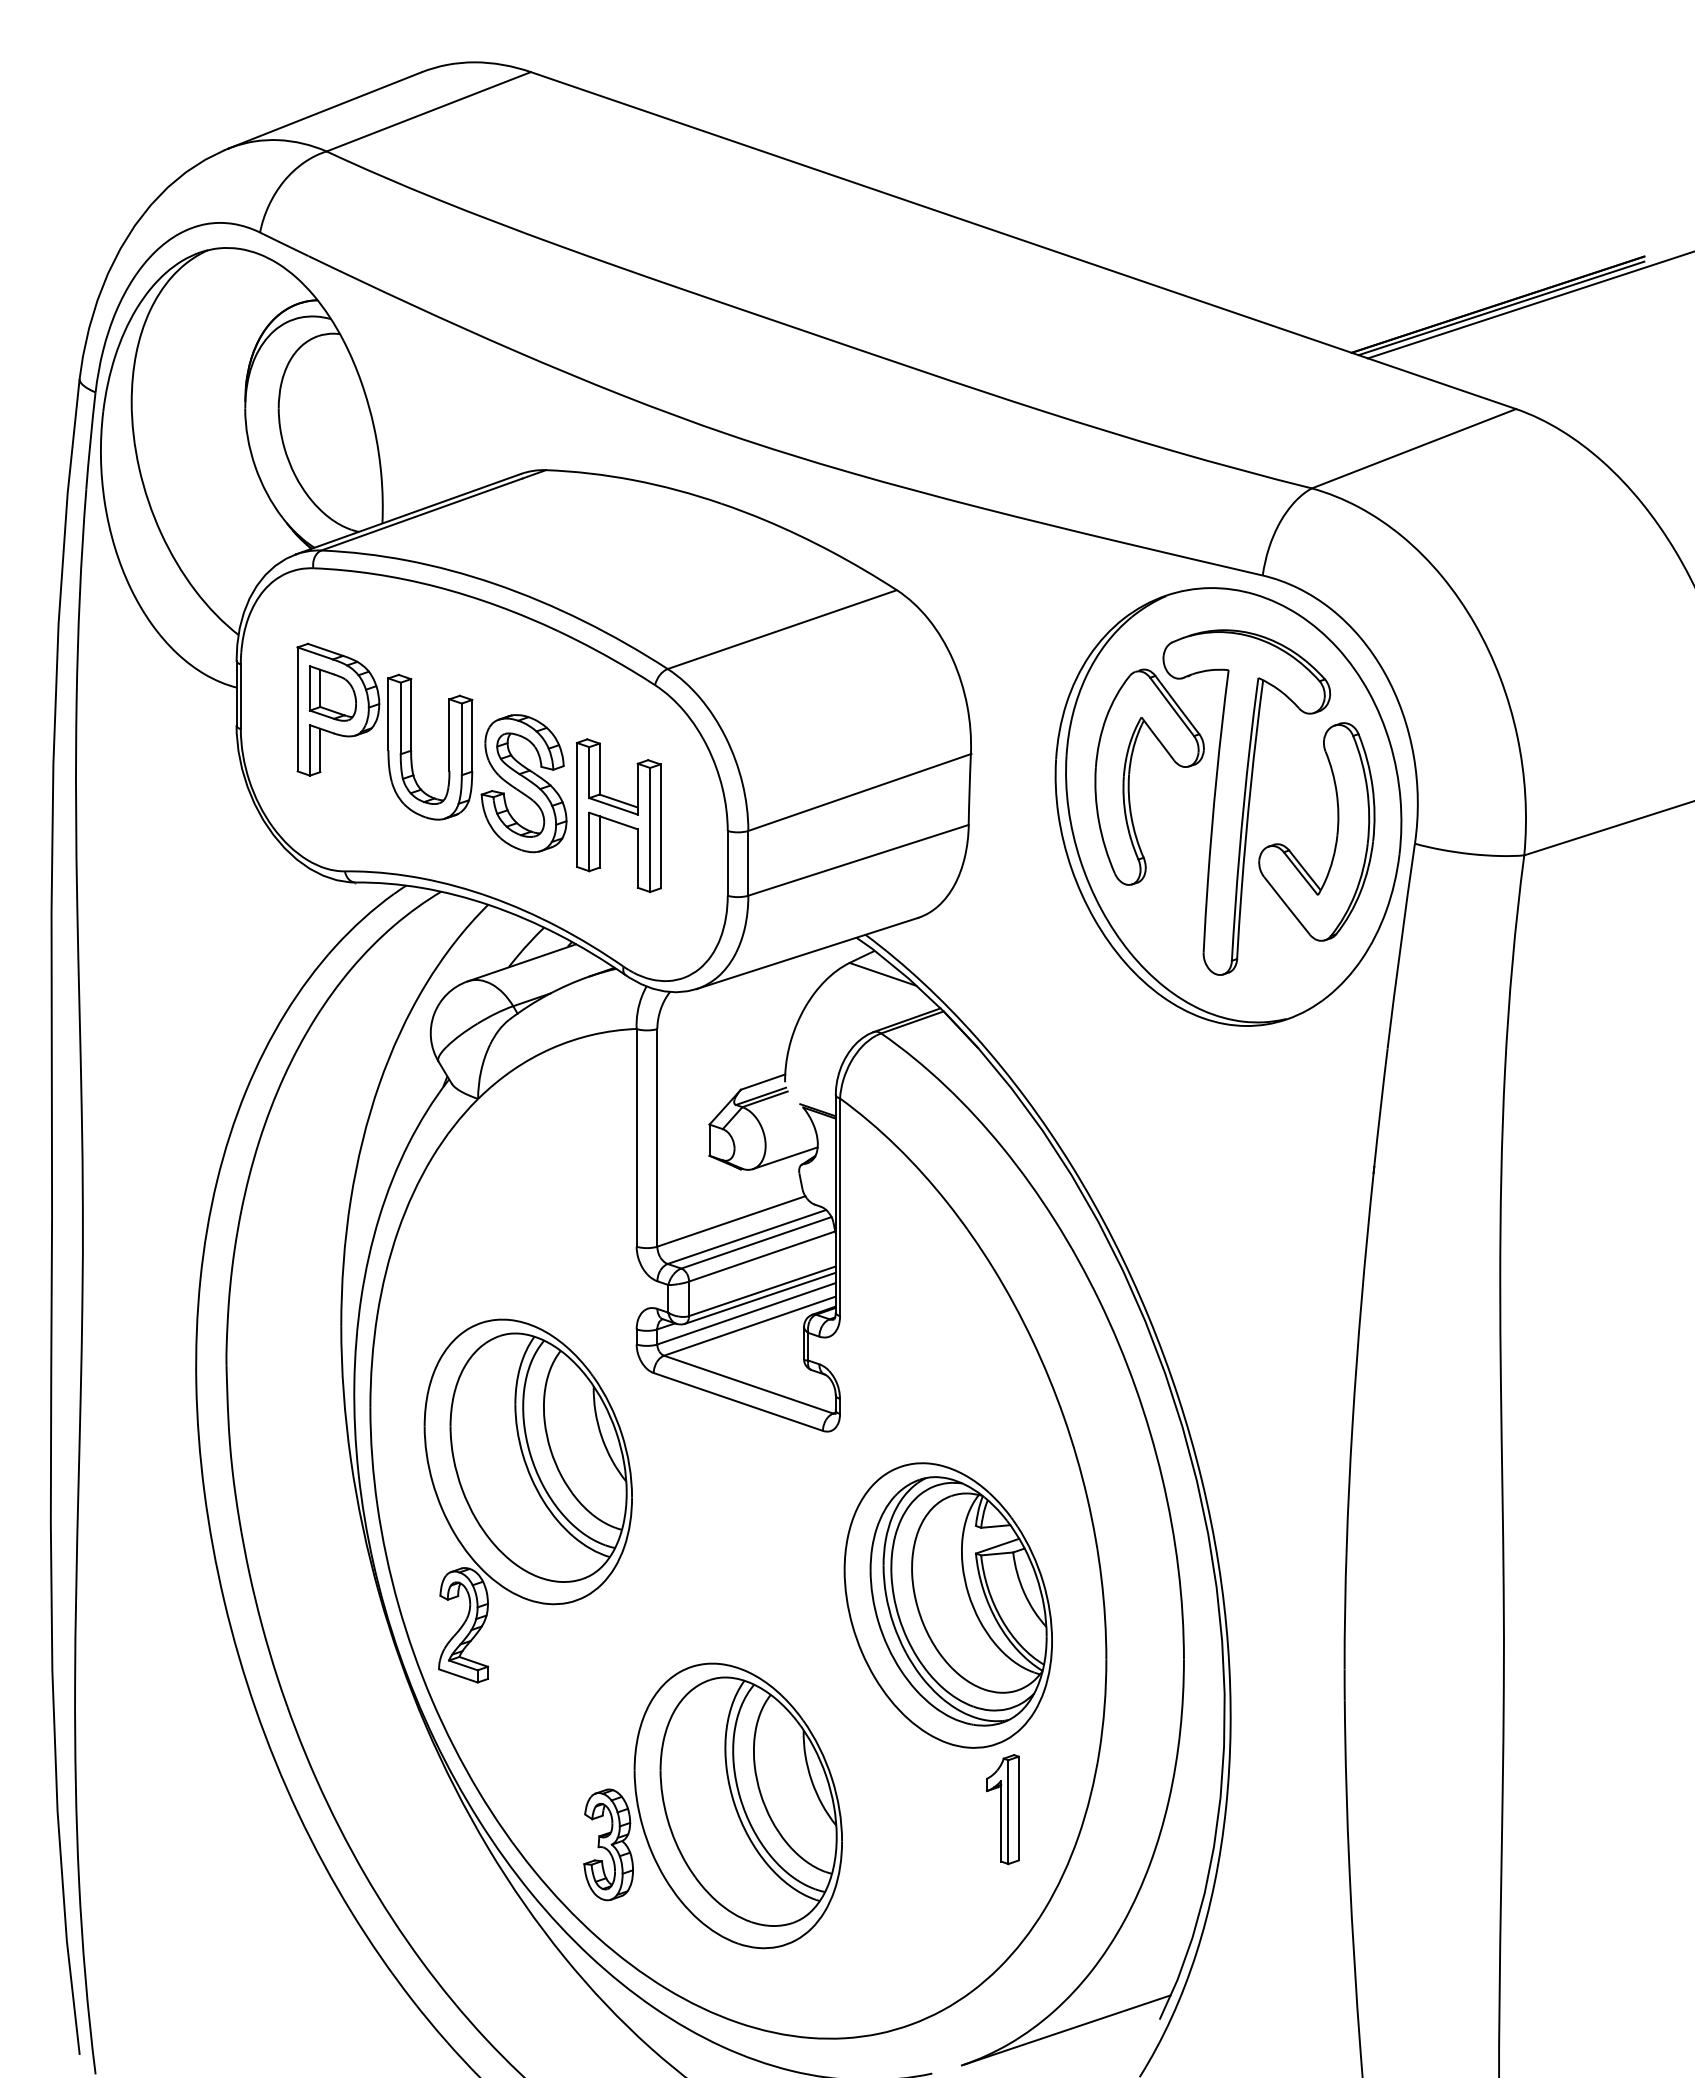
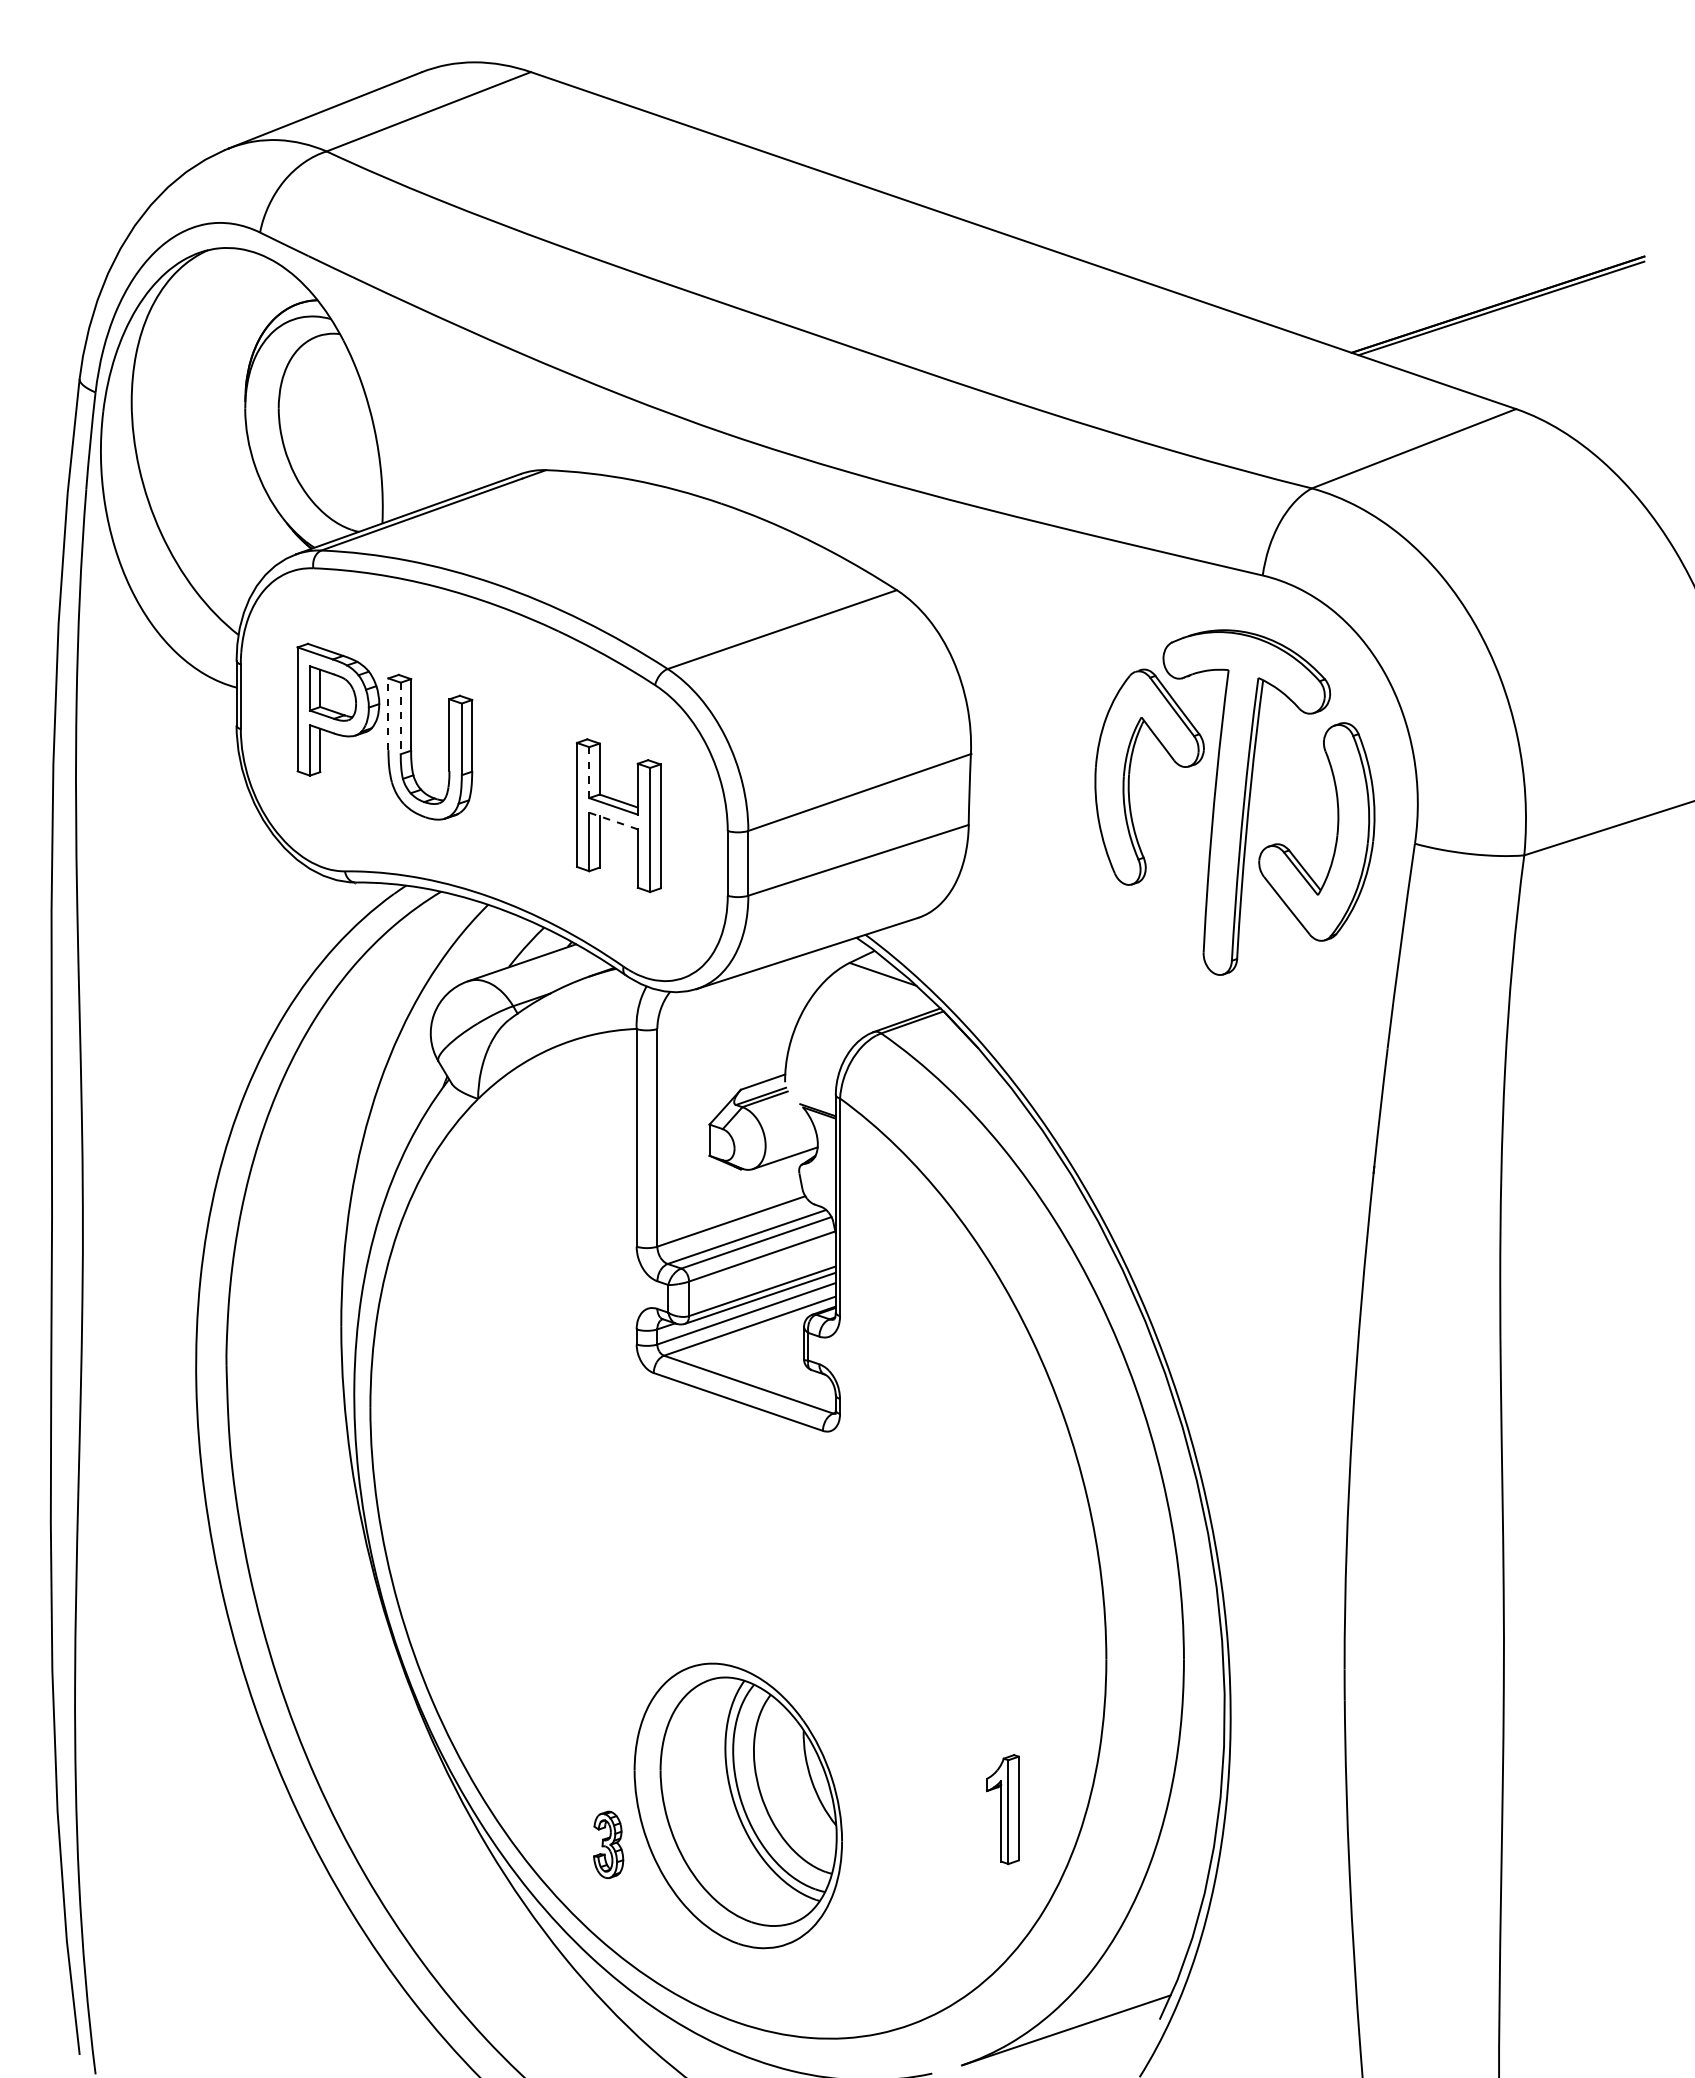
line at (1529, 305): present -> none
line at (388, 714): solid -> dashed
line at (400, 718): solid -> dashed
line at (589, 773): solid -> dashed
part at (523, 783): present -> none
part at (1228, 806): present -> none
line at (613, 821): solid -> dashed
part at (527, 1500): present -> none
part at (947, 1605): present -> none
part at (608, 1844) size: 51x114 px -> 32x69 px
